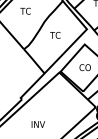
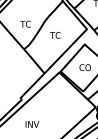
text at (25, 10) position: (25, 10) -> (25, 23)
text at (37, 124) position: (37, 124) -> (31, 124)
